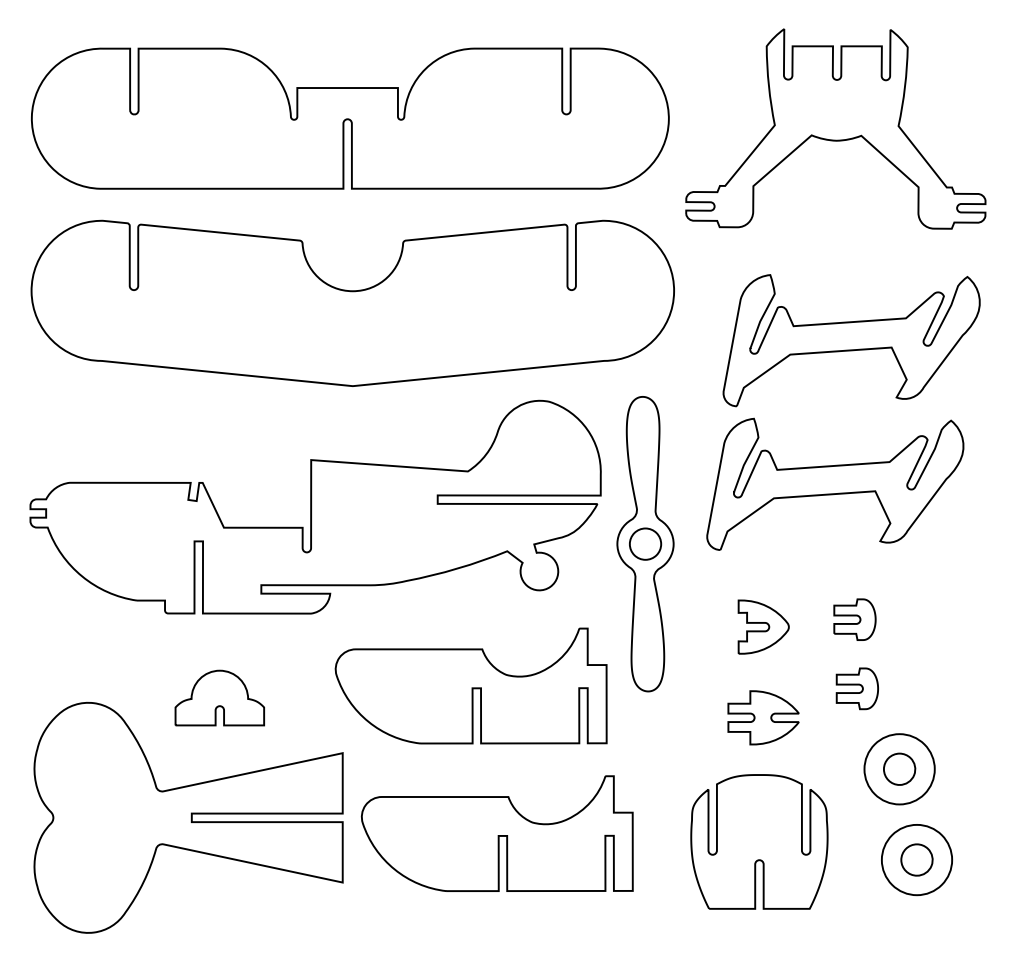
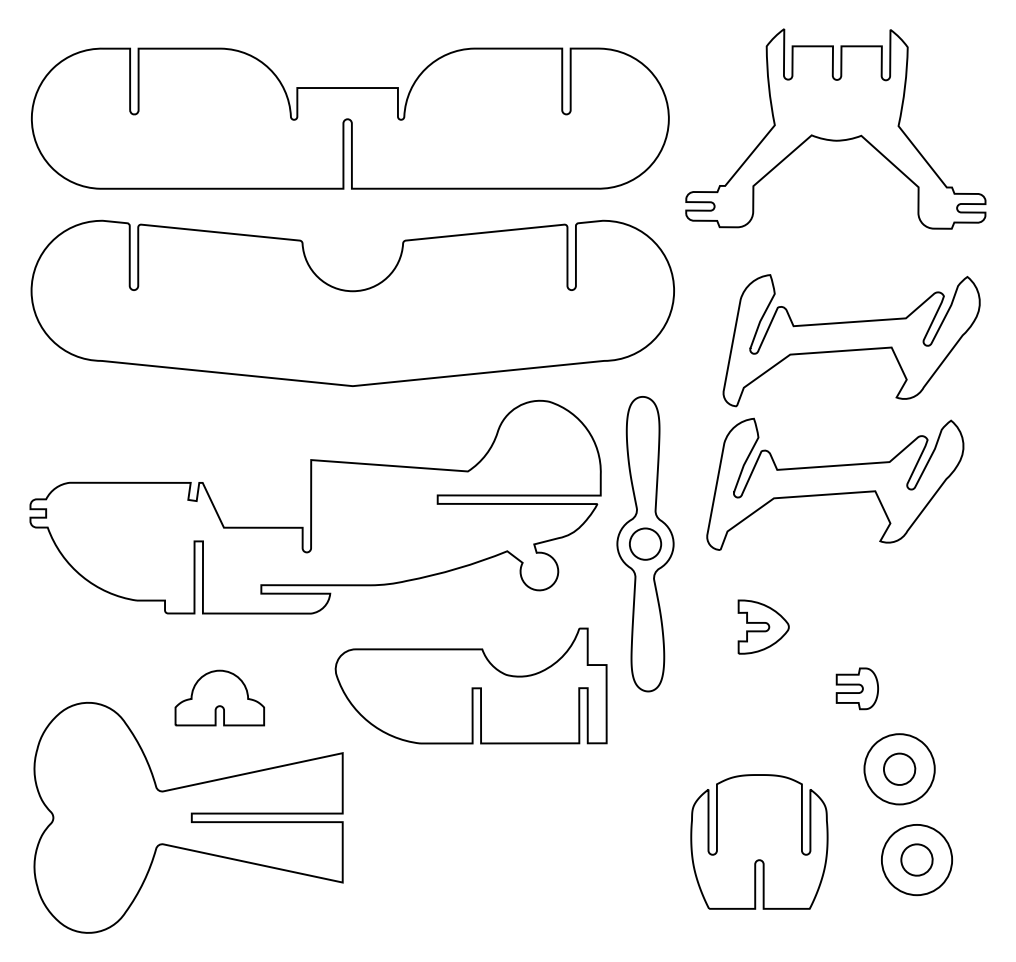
part at (854, 619): present -> none
part at (763, 717): present -> none
part at (496, 833): present -> none
